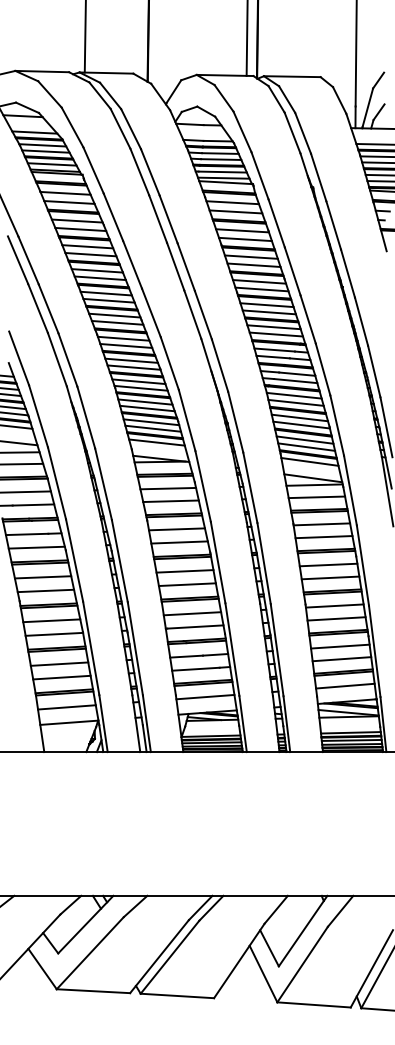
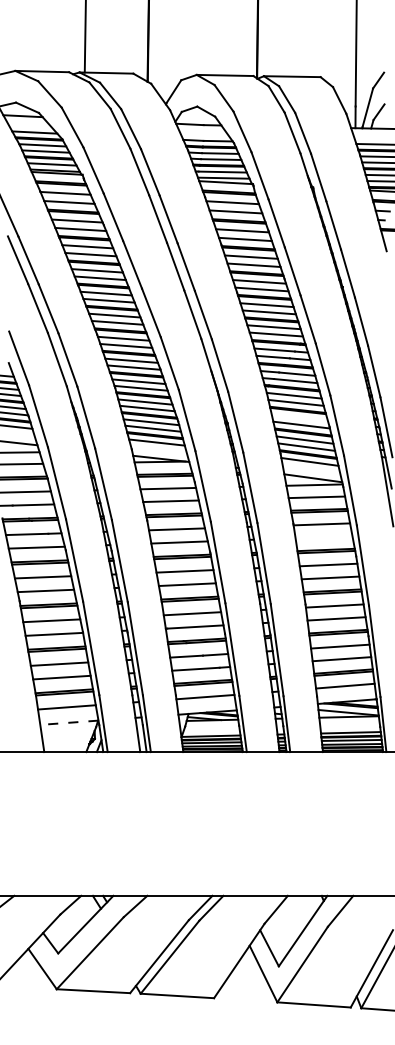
line at (246, 38): present -> none
line at (299, 417): present -> none
line at (323, 537): present -> none
line at (68, 722): solid -> dashed
